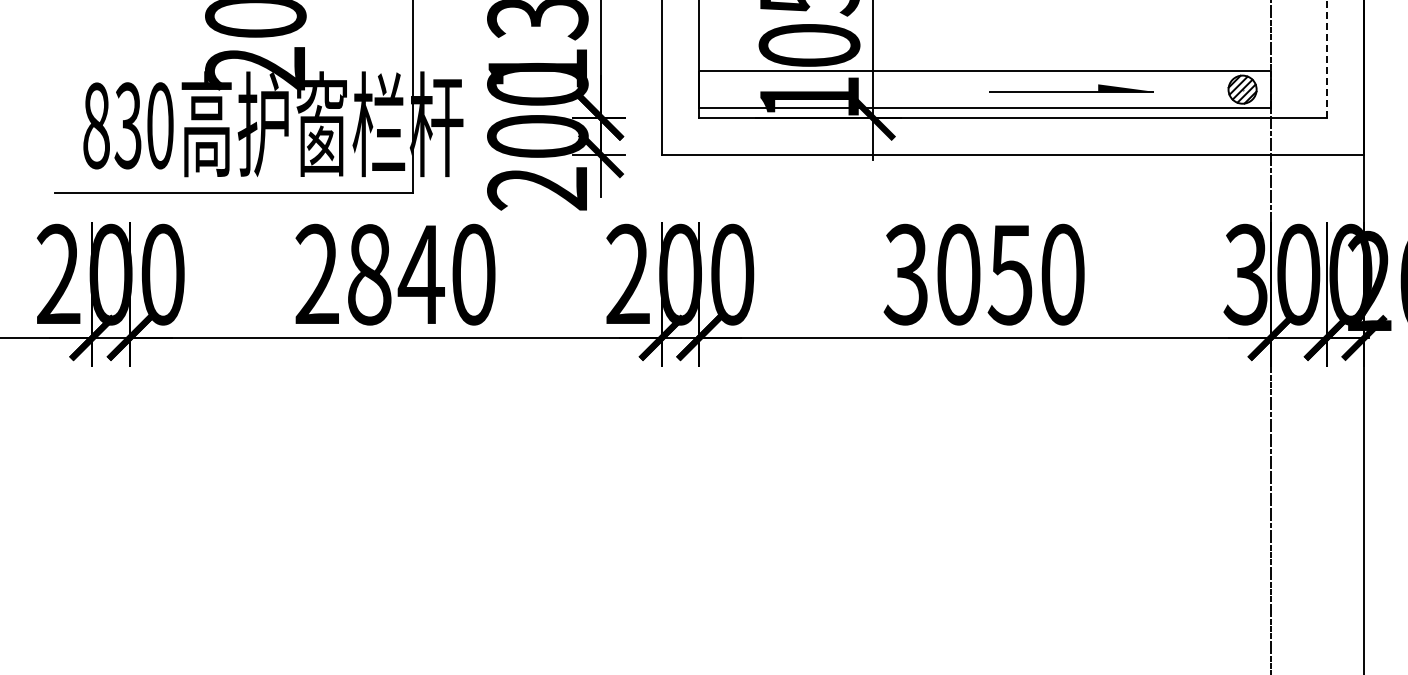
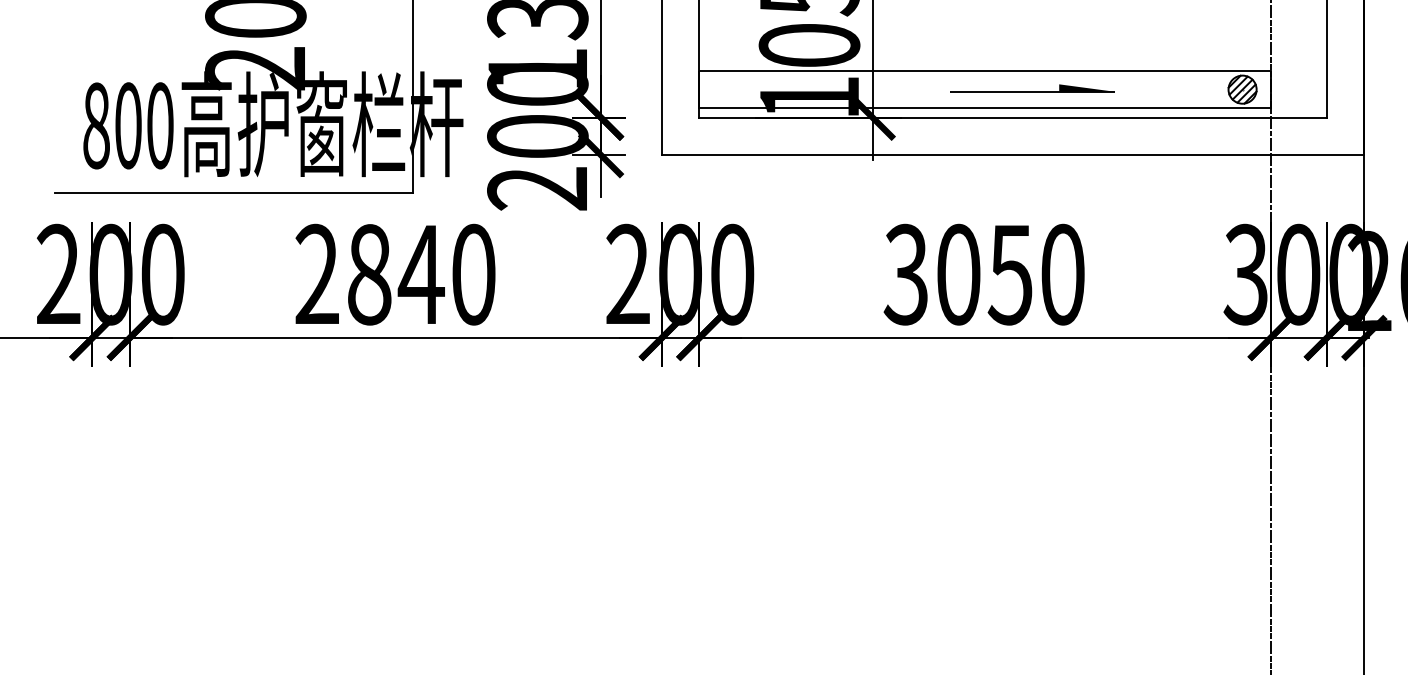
line at (1326, 58): dashed -> solid
part at (1071, 88) position: (1071, 88) -> (1032, 88)
text at (127, 125): 830 -> 800
